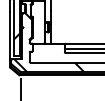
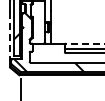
line at (9, 36): solid -> dashed
line at (84, 43): solid -> dashed
